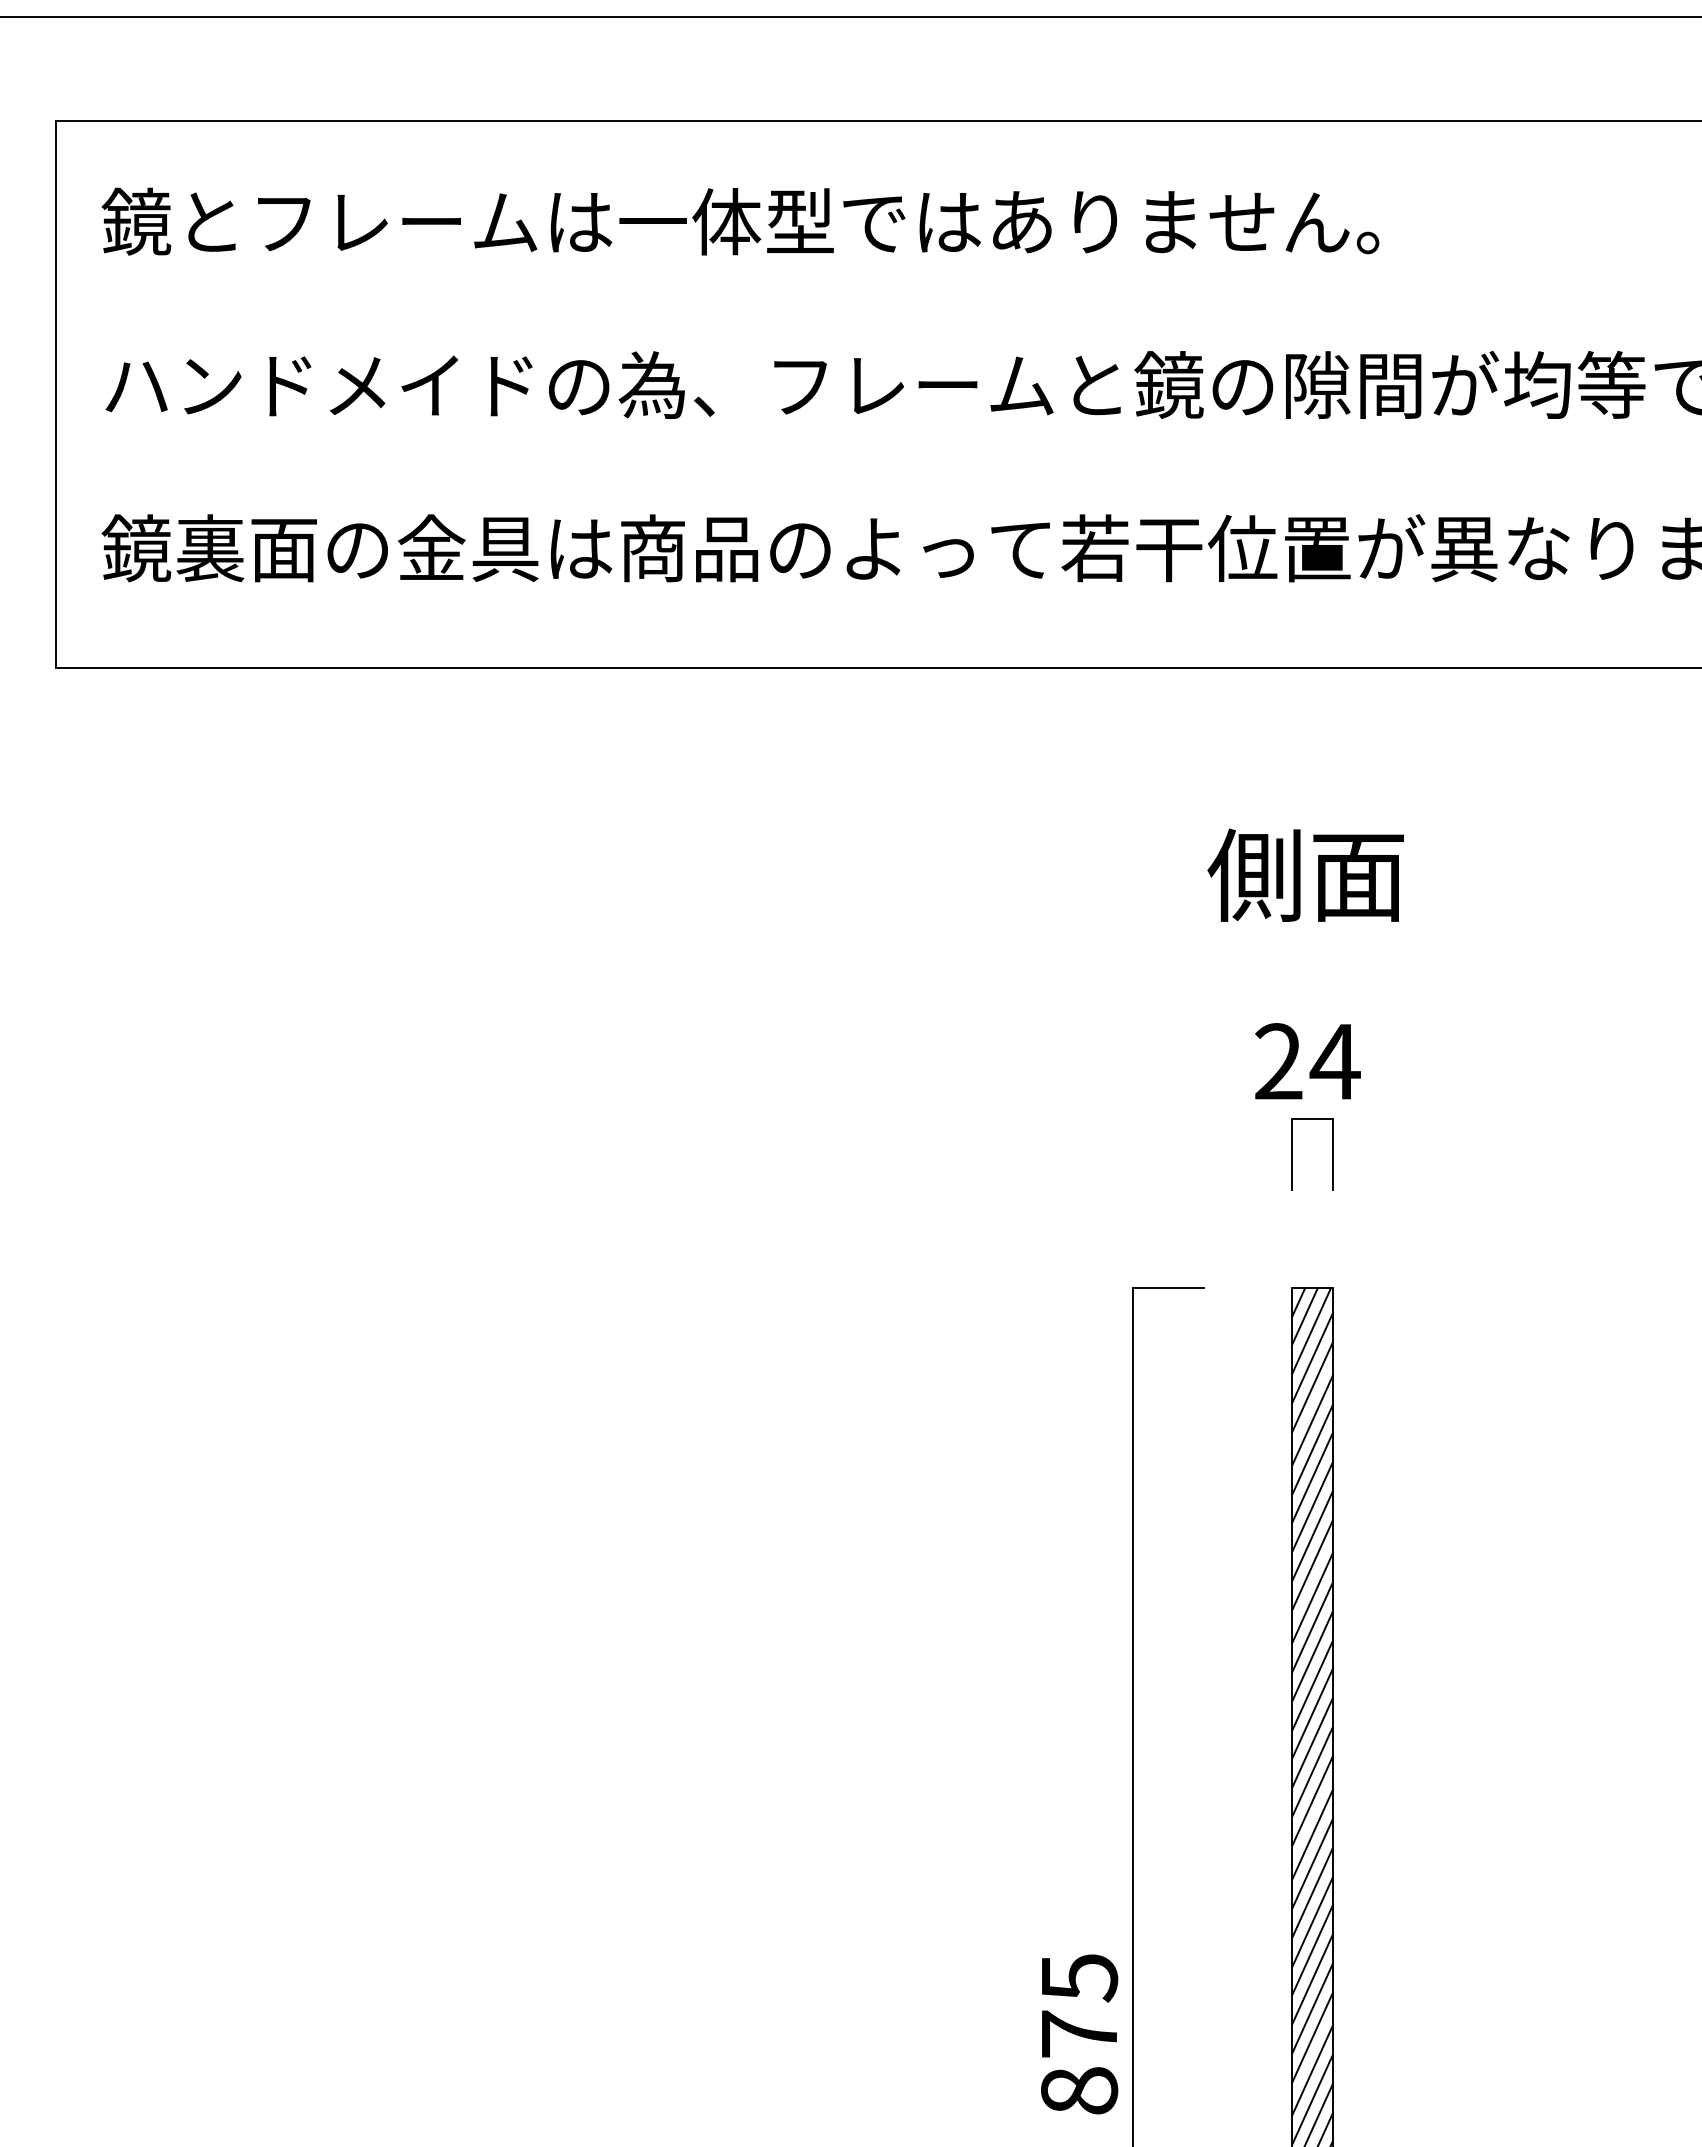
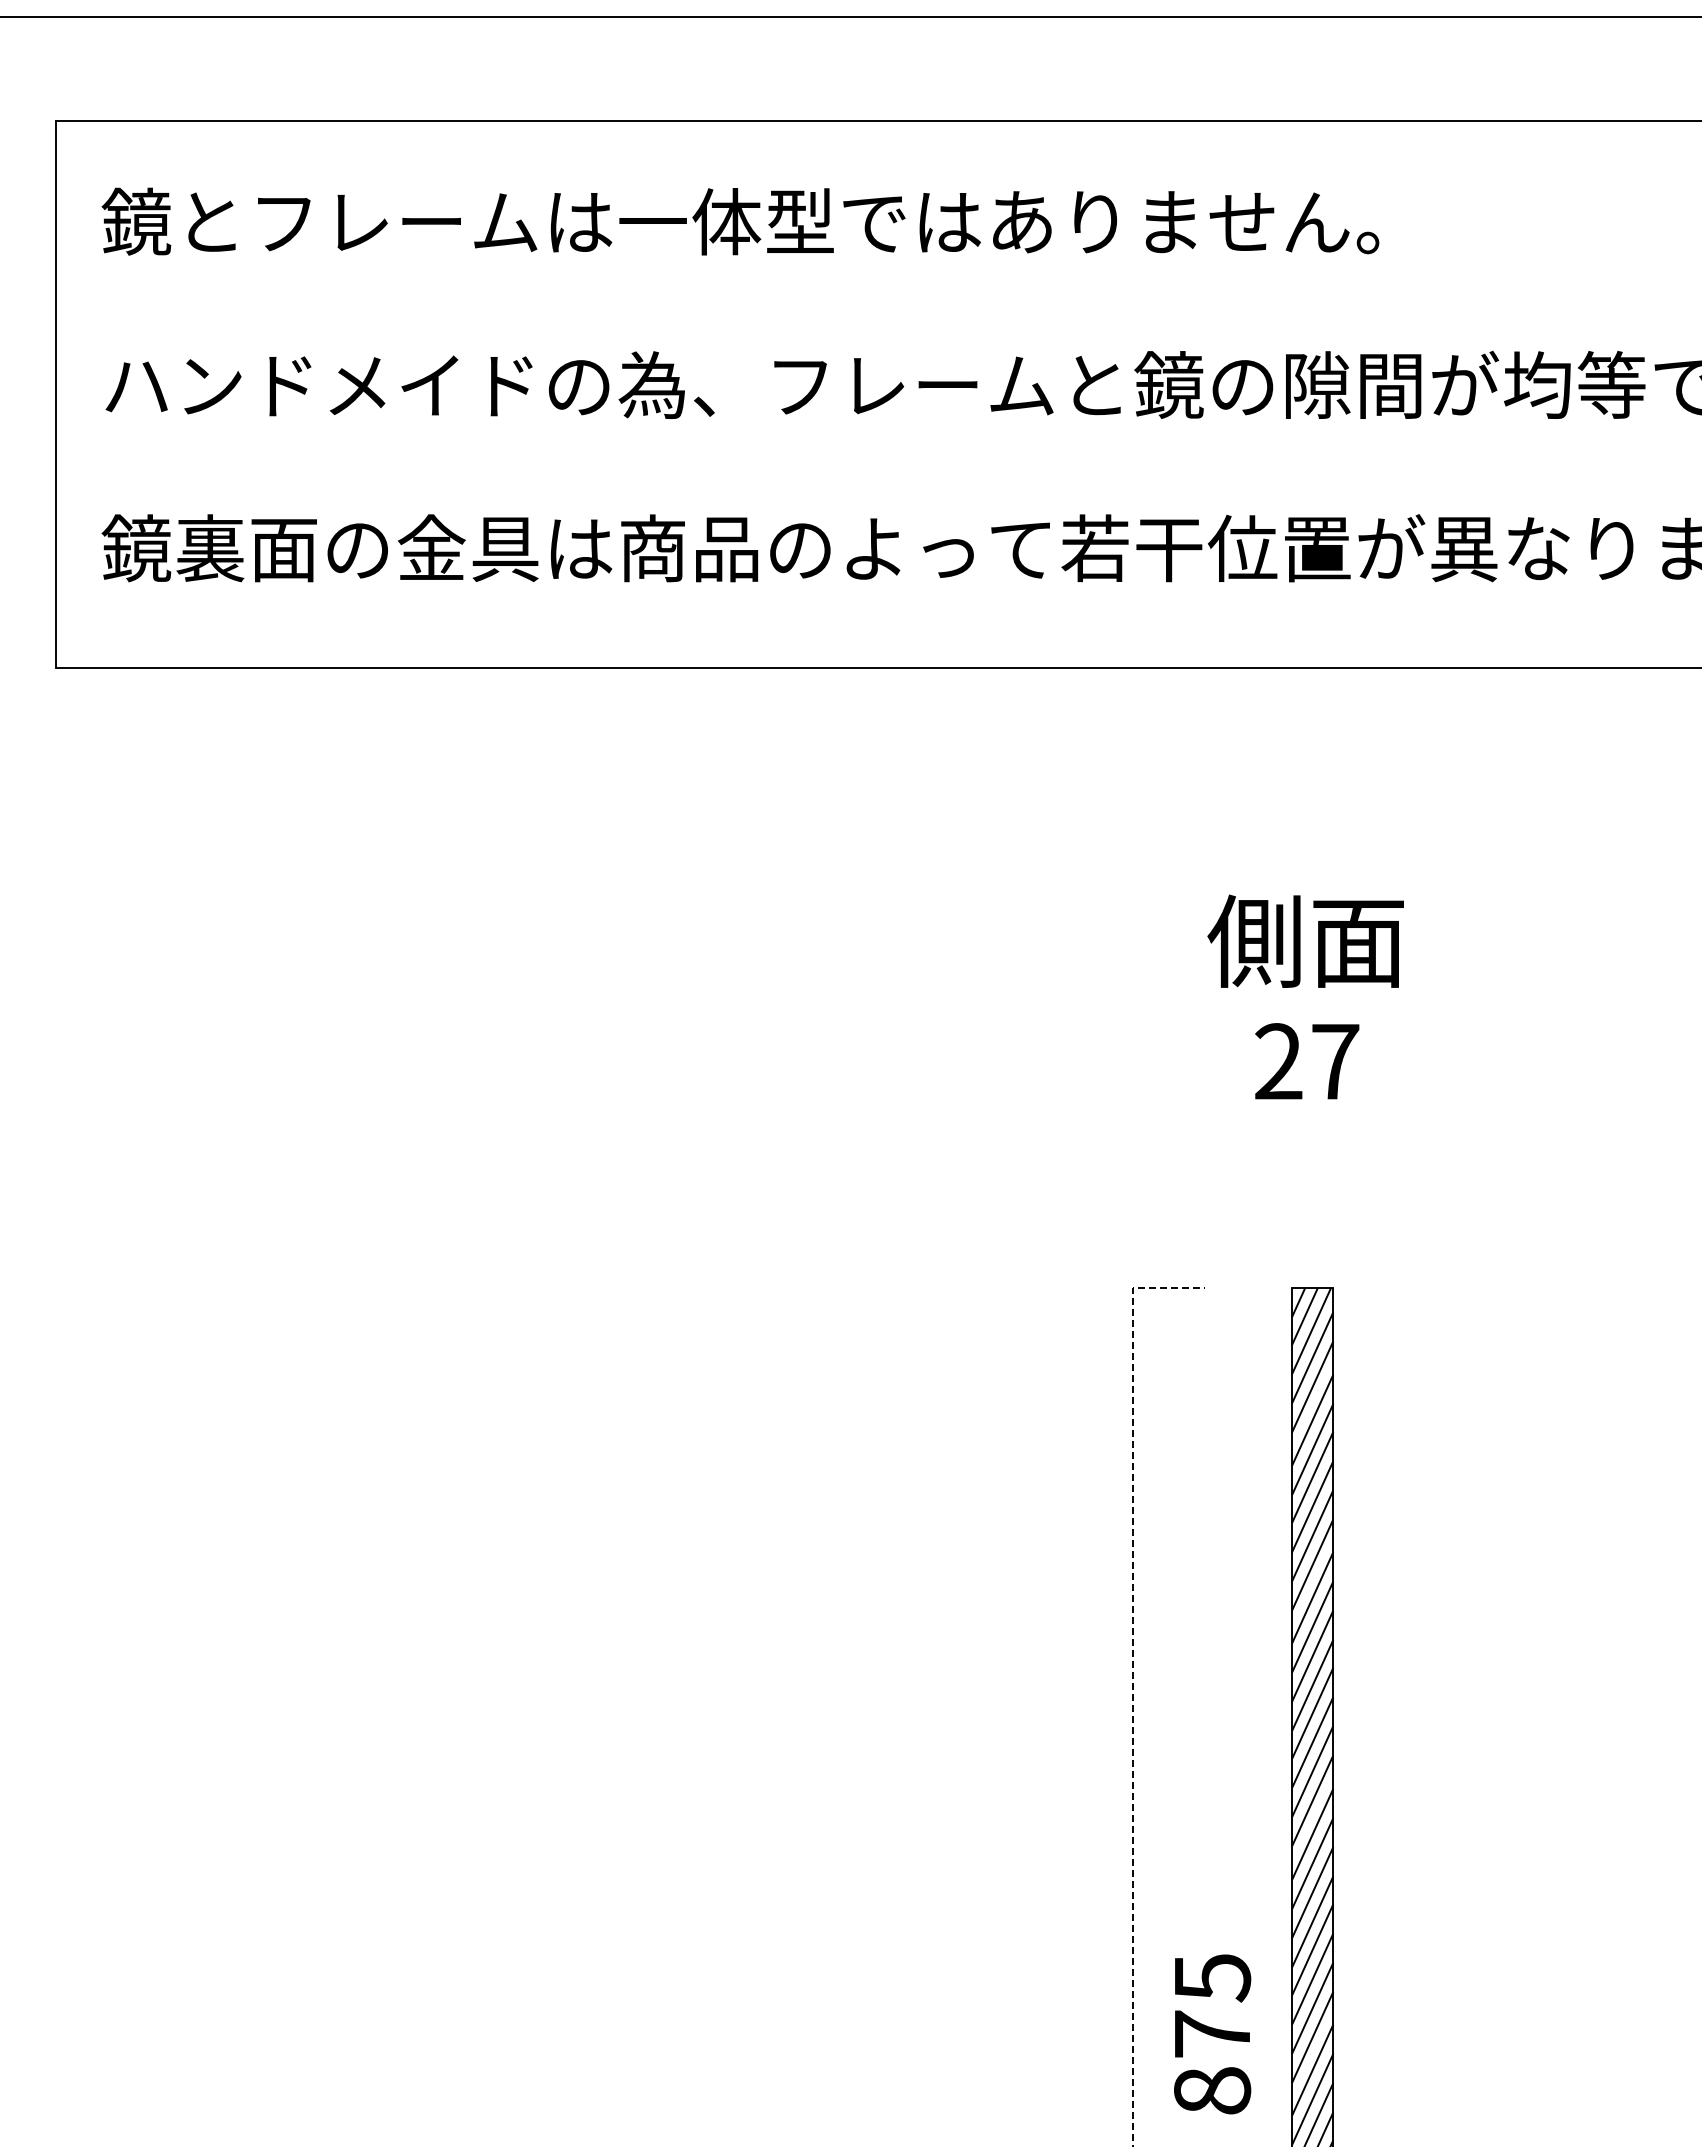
text at (1305, 874) position: (1305, 874) -> (1305, 940)
text at (1334, 1061): 24 -> 27
line at (1292, 1154): present -> none
line at (1133, 1680): solid -> dashed
text at (1079, 2034) position: (1079, 2034) -> (1212, 2034)
